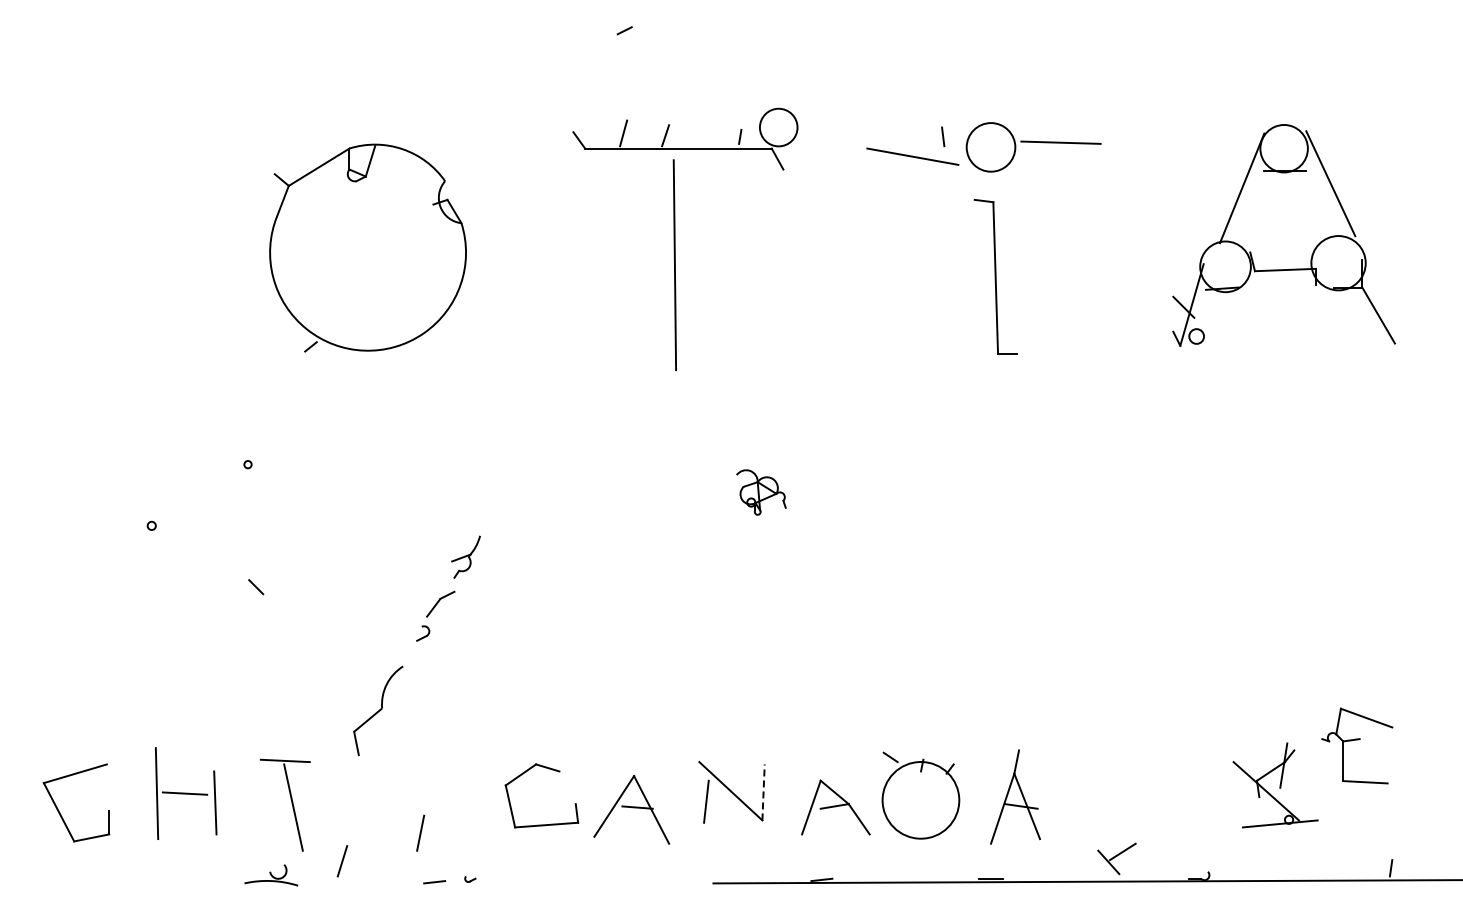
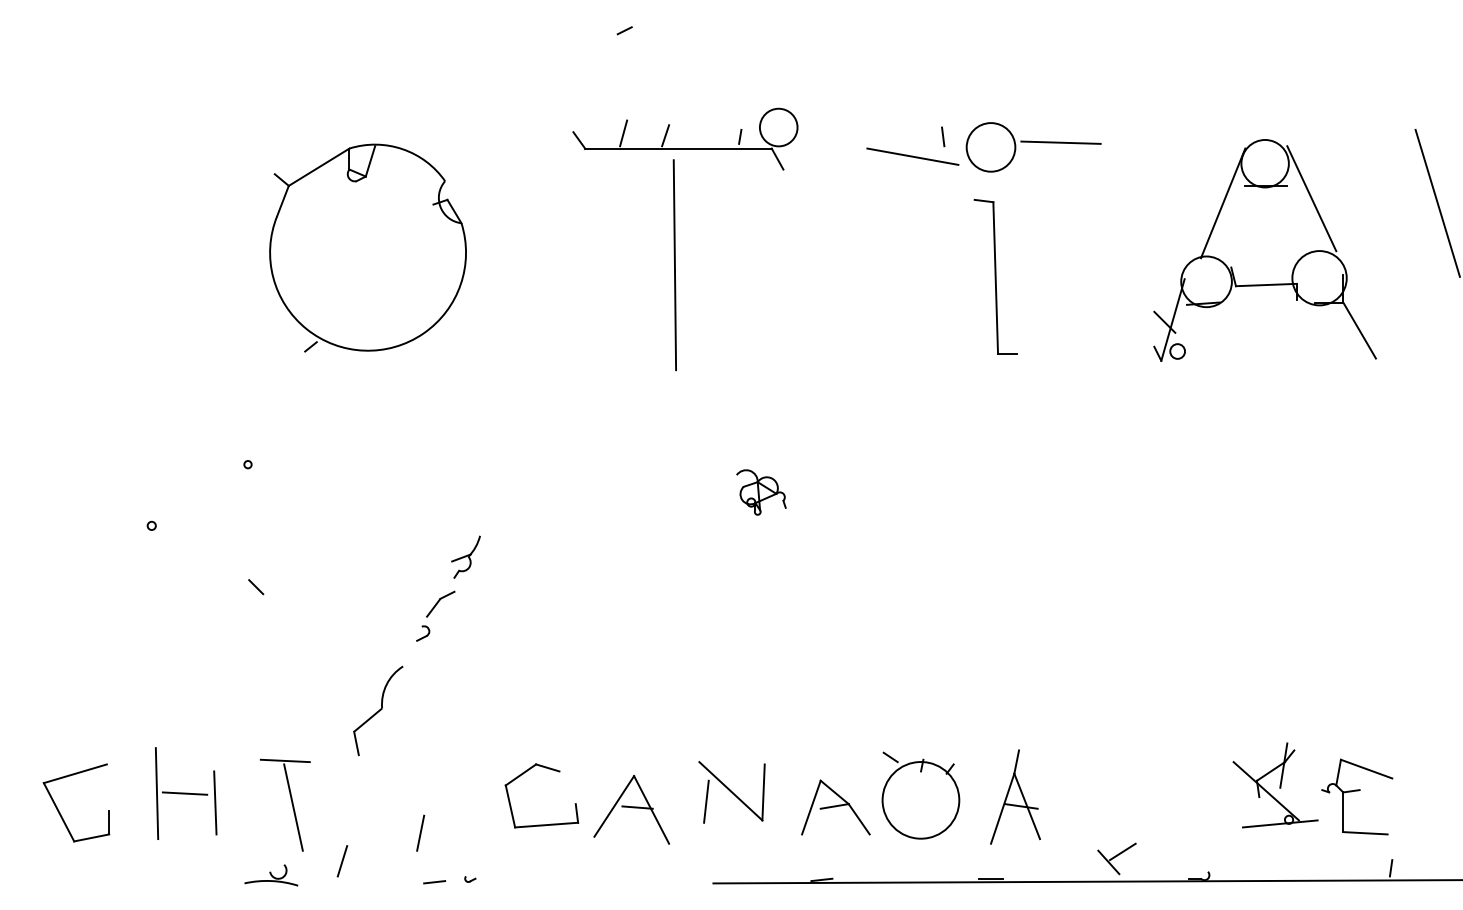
line at (1437, 202): none -> present
part at (1313, 250) position: (1313, 250) -> (1294, 265)
part at (1357, 745) position: (1357, 745) -> (1357, 796)
line at (763, 791): dashed -> solid
